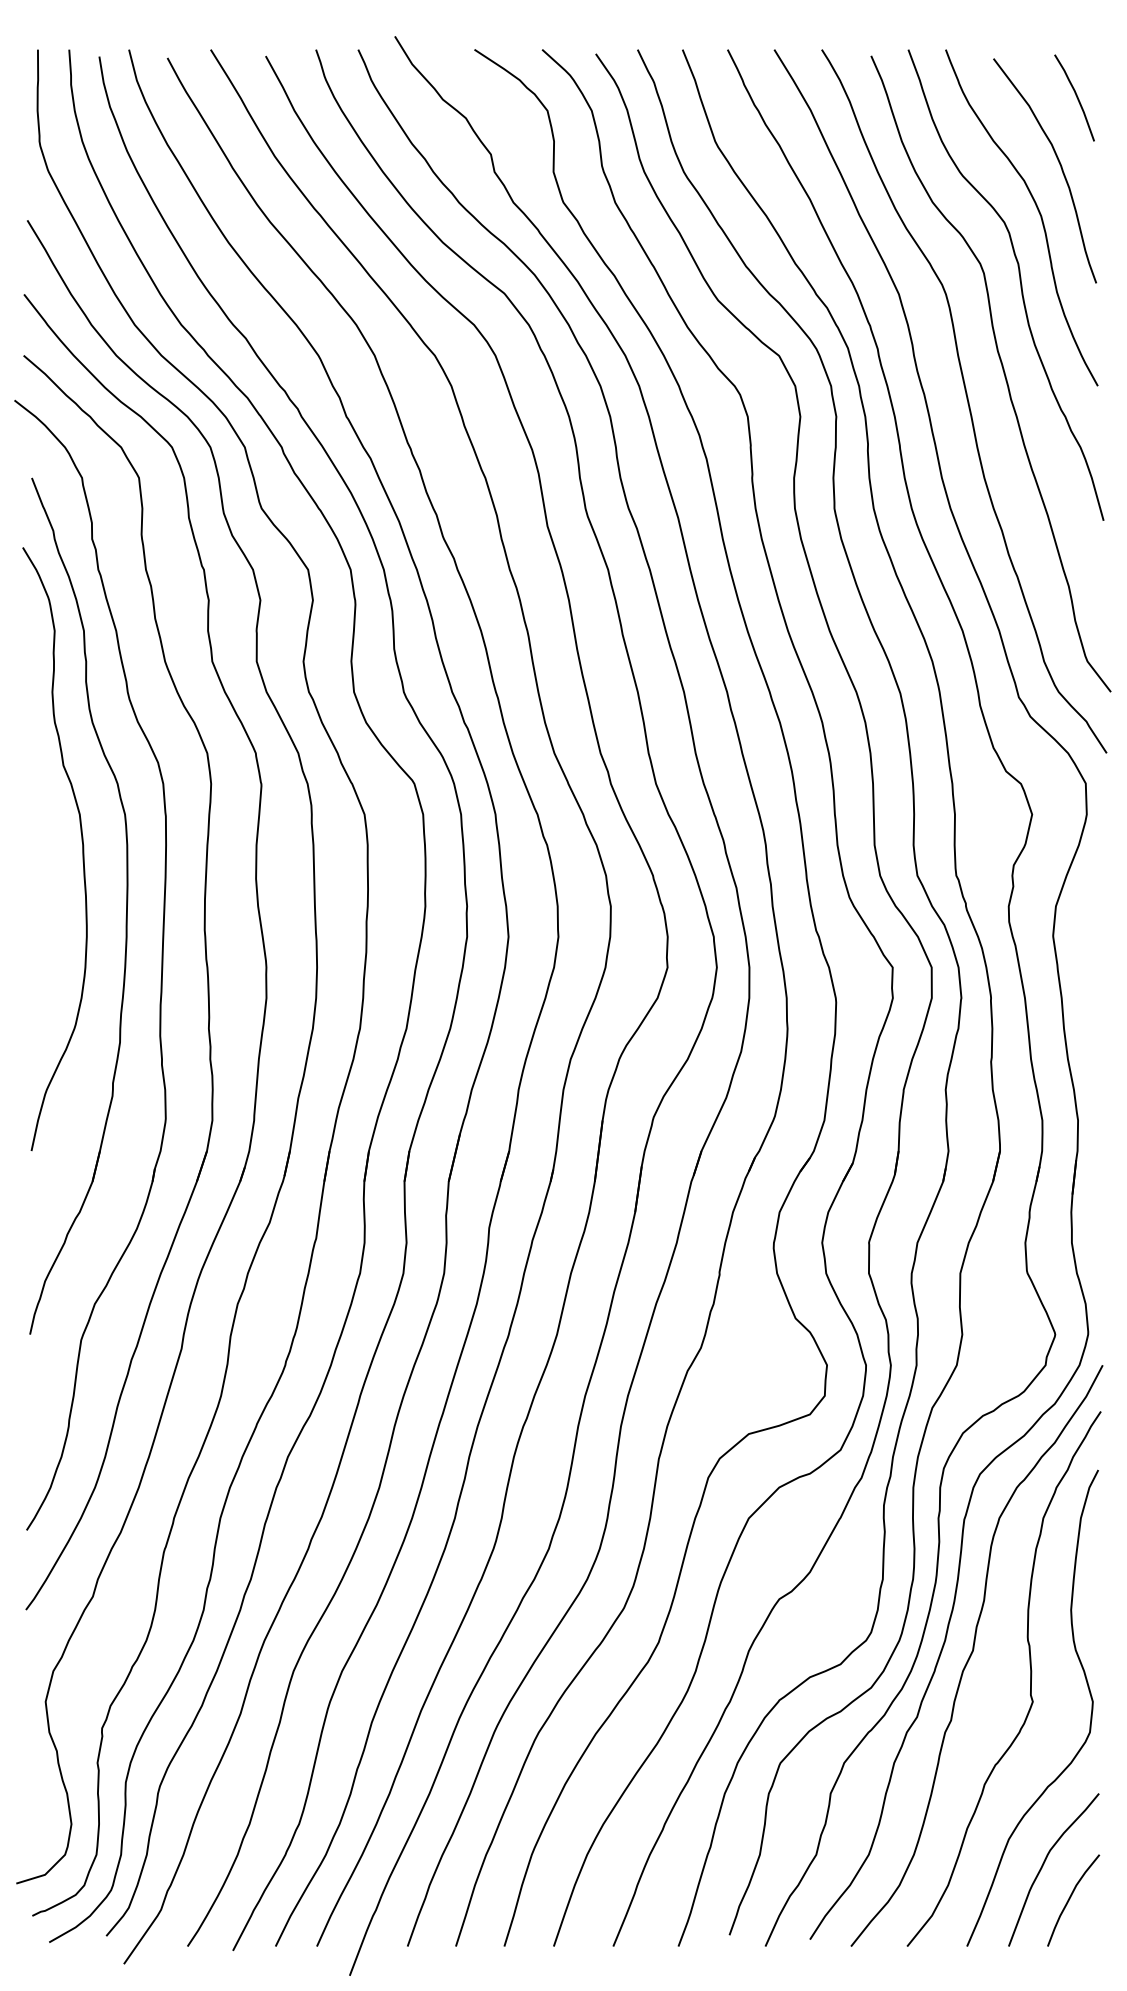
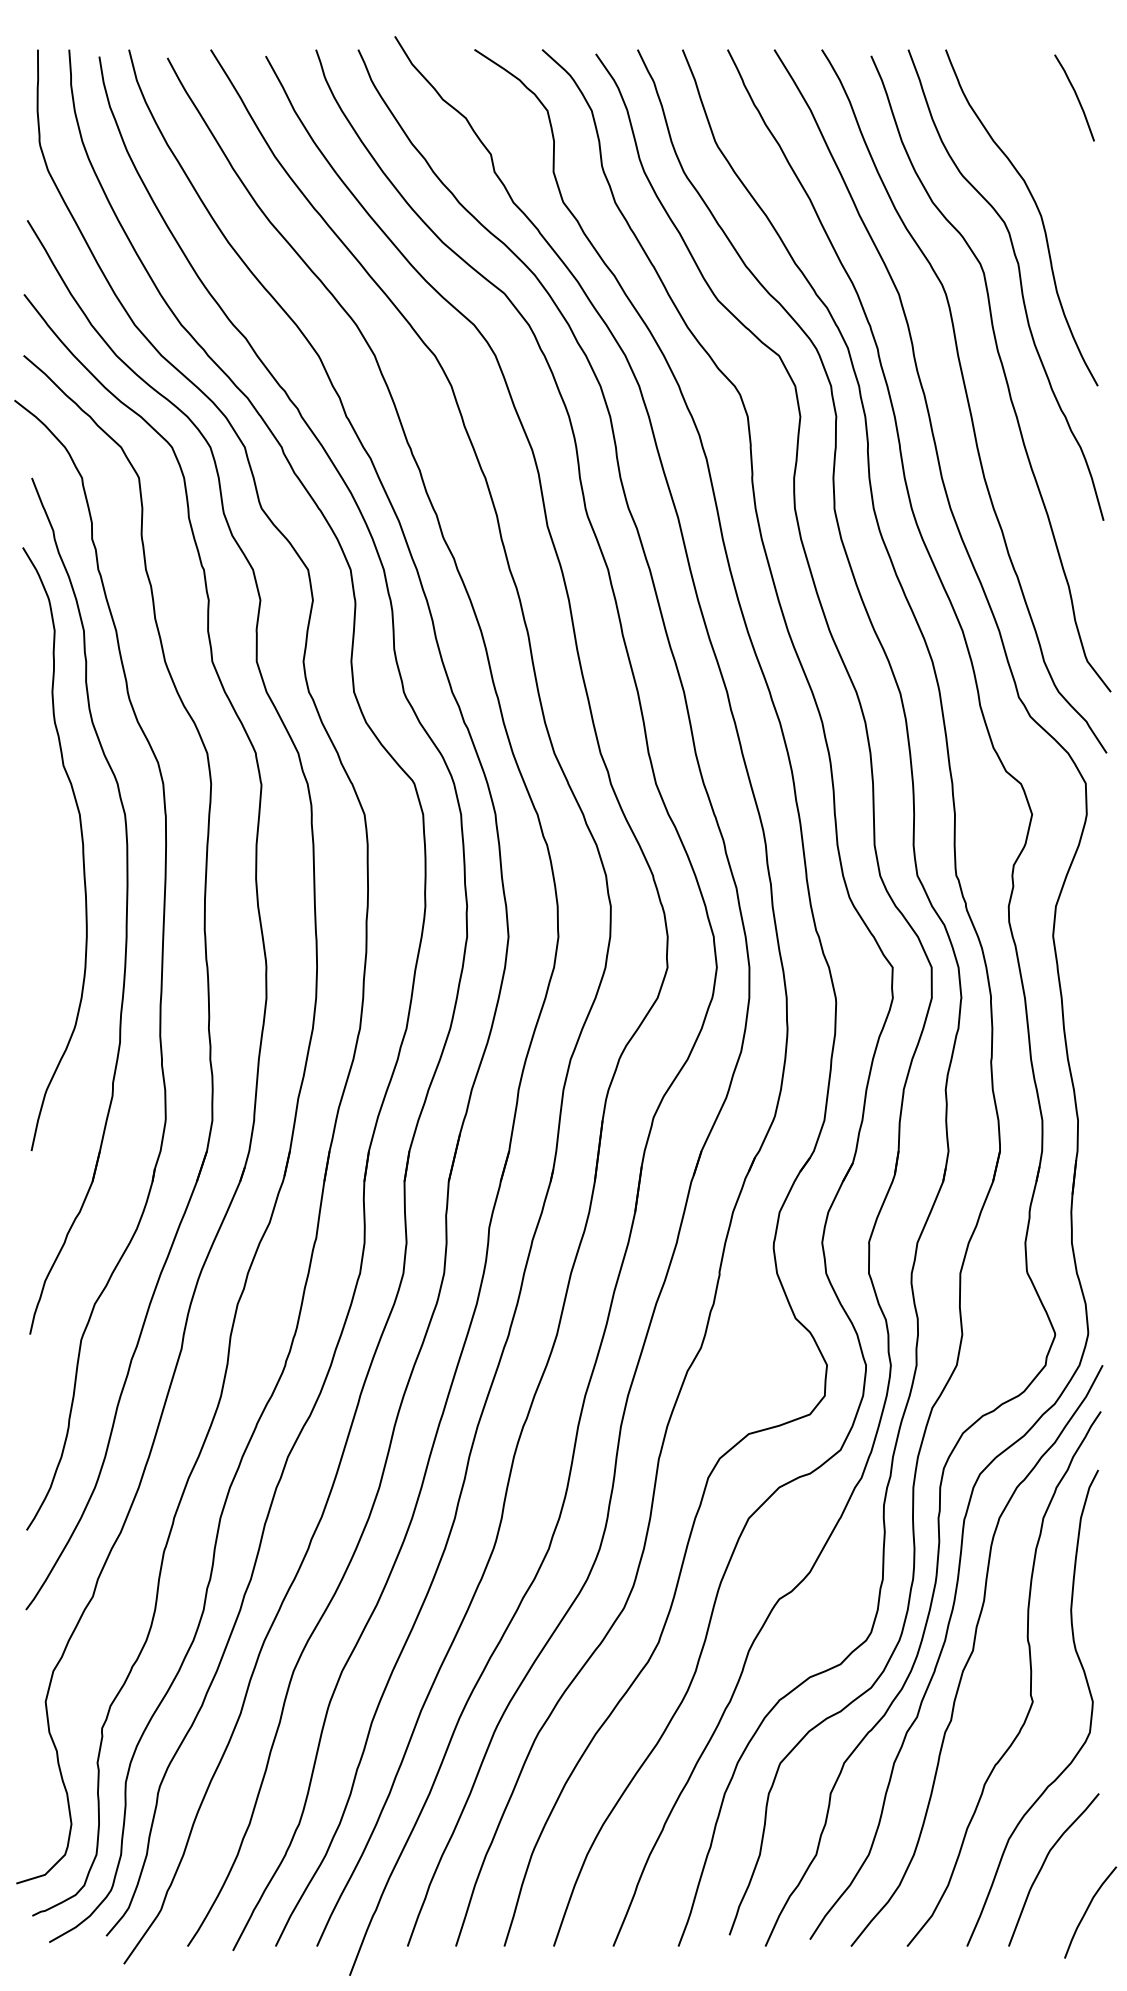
curve at (1058, 162): present -> none
curve at (1070, 1899) position: (1070, 1899) -> (1087, 1911)
